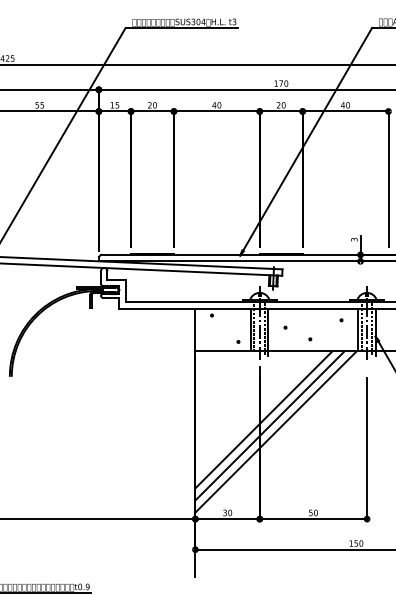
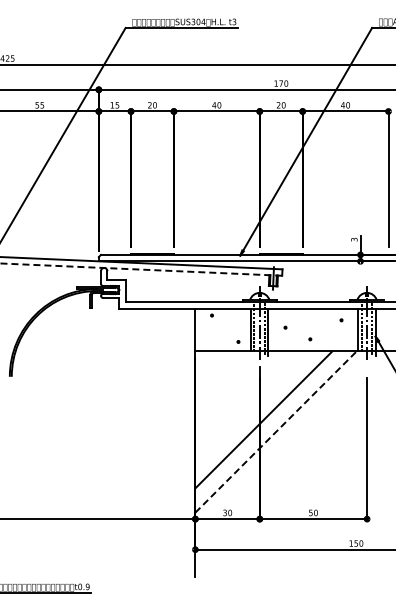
line at (141, 269): solid -> dashed
line at (269, 425): present -> none
line at (276, 432): solid -> dashed
